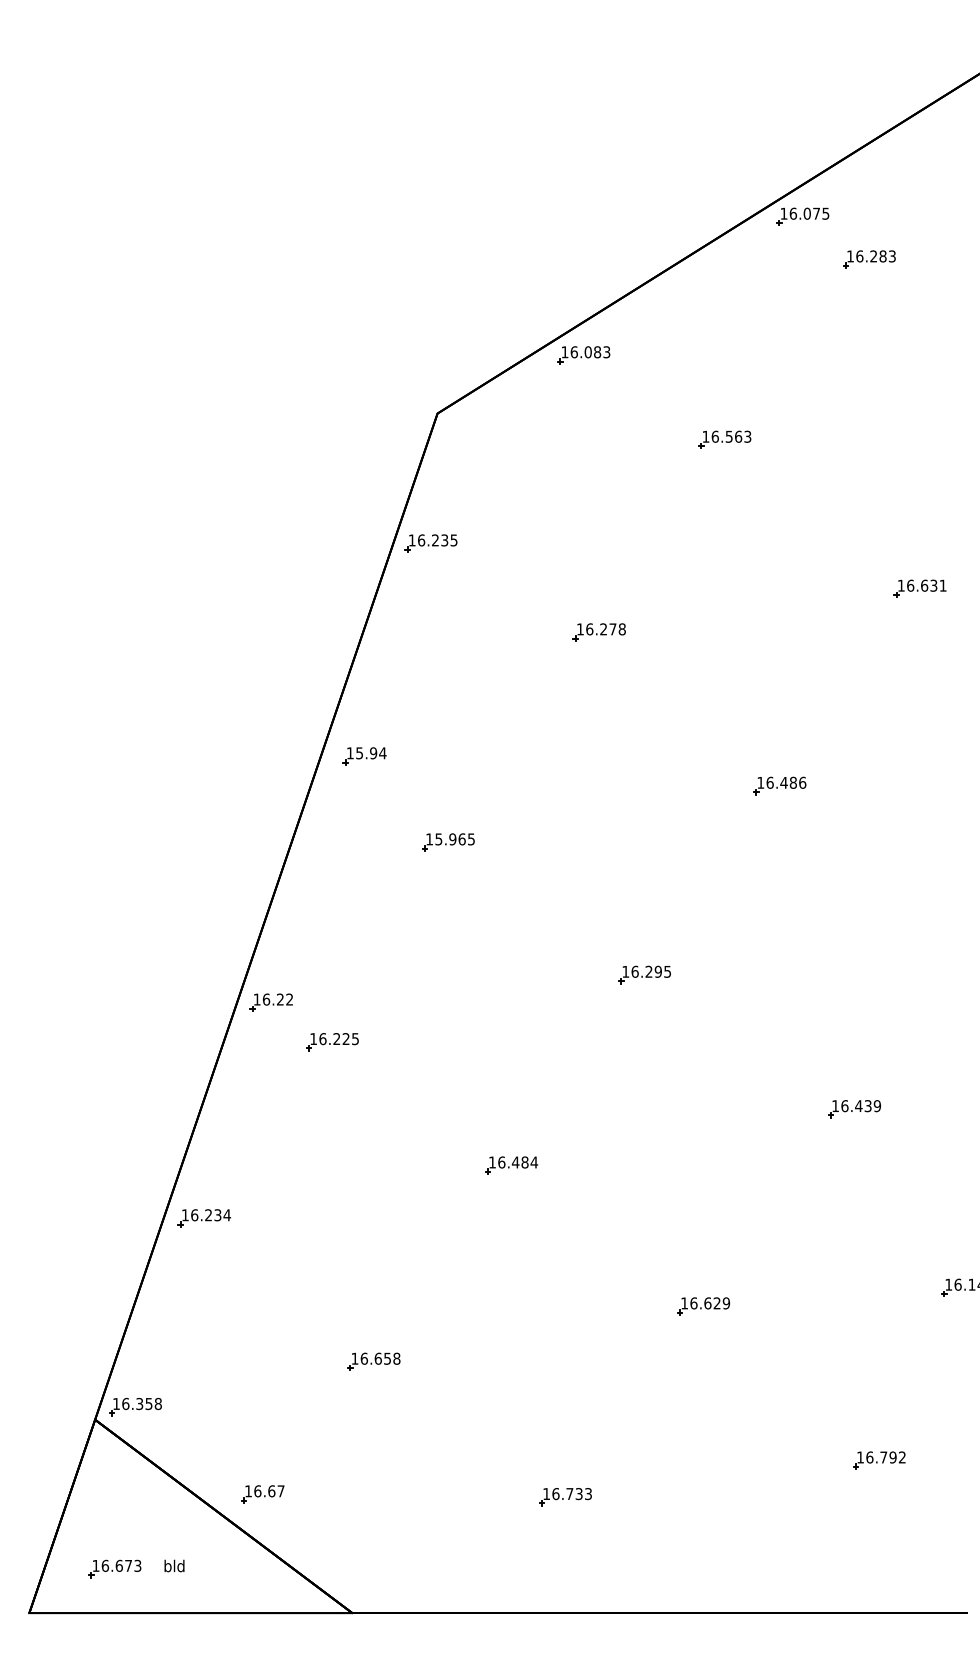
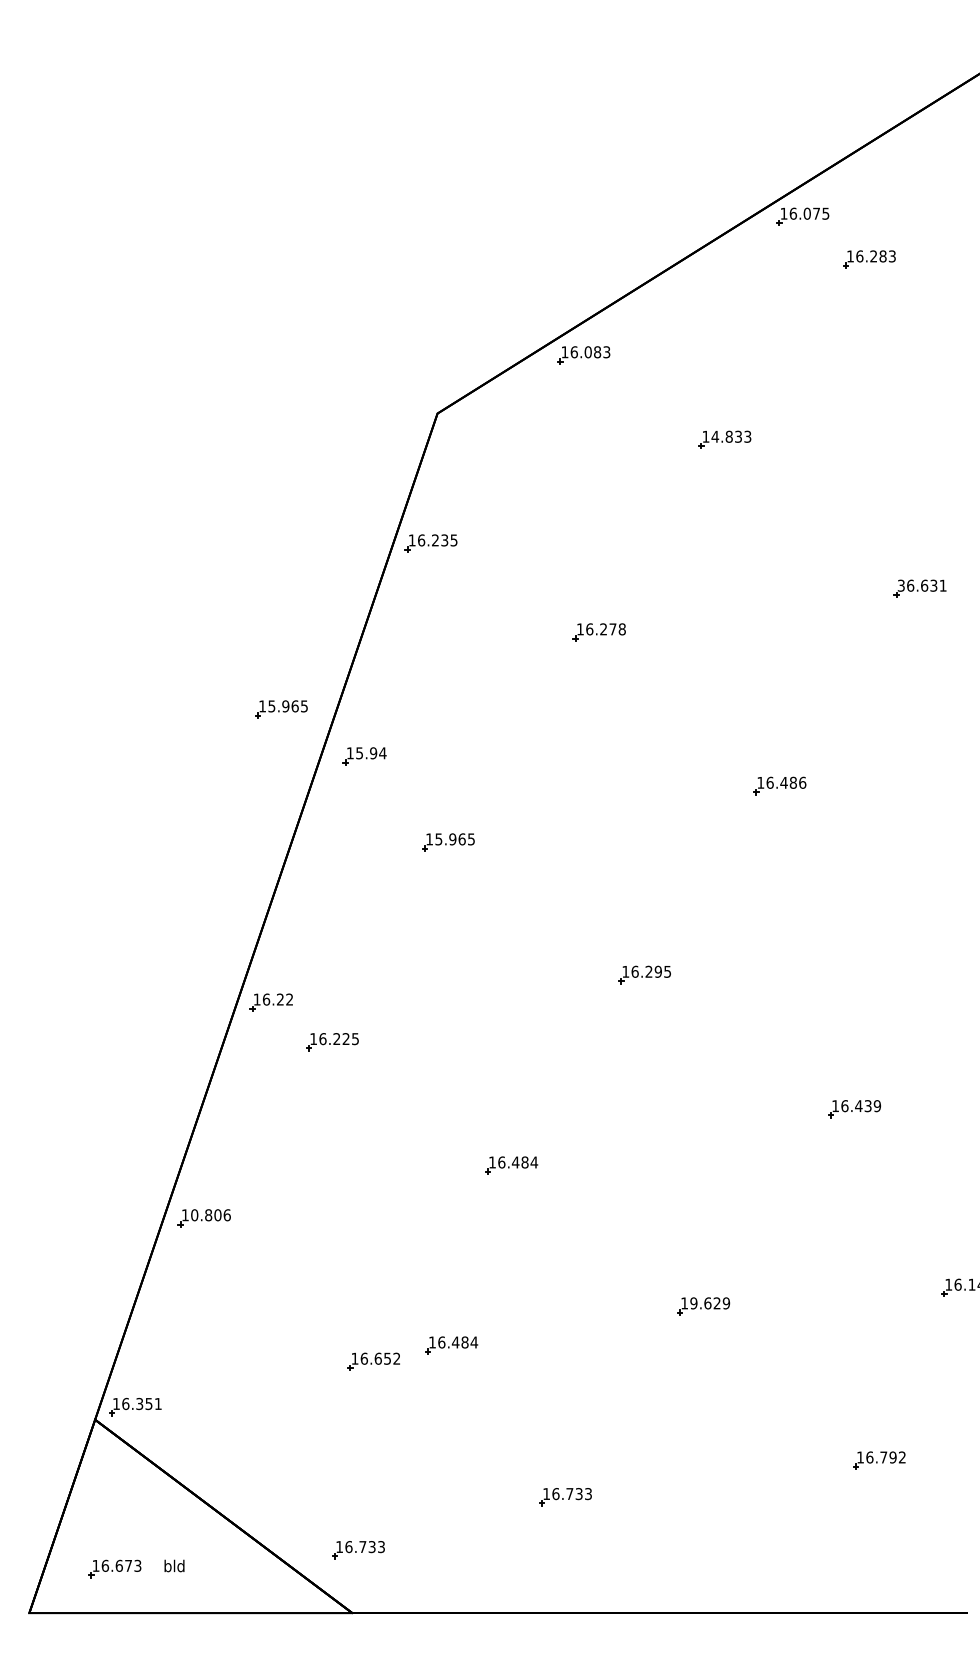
text at (726, 436): 16.563 -> 14.833
text at (900, 585): 16.631 -> 36.631
part at (281, 709): none -> present
text at (211, 1215): 16.234 -> 10.806
text at (693, 1303): 16.629 -> 19.629
part at (451, 1345): none -> present
text at (396, 1358): 16.658 -> 16.652
text at (157, 1403): 16.358 -> 16.351
part at (262, 1494): present -> none
part at (358, 1550): none -> present
